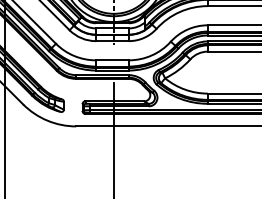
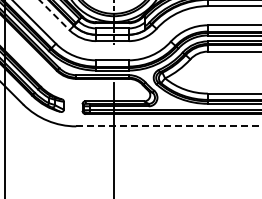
line at (54, 15): solid -> dashed
line at (169, 126): solid -> dashed
